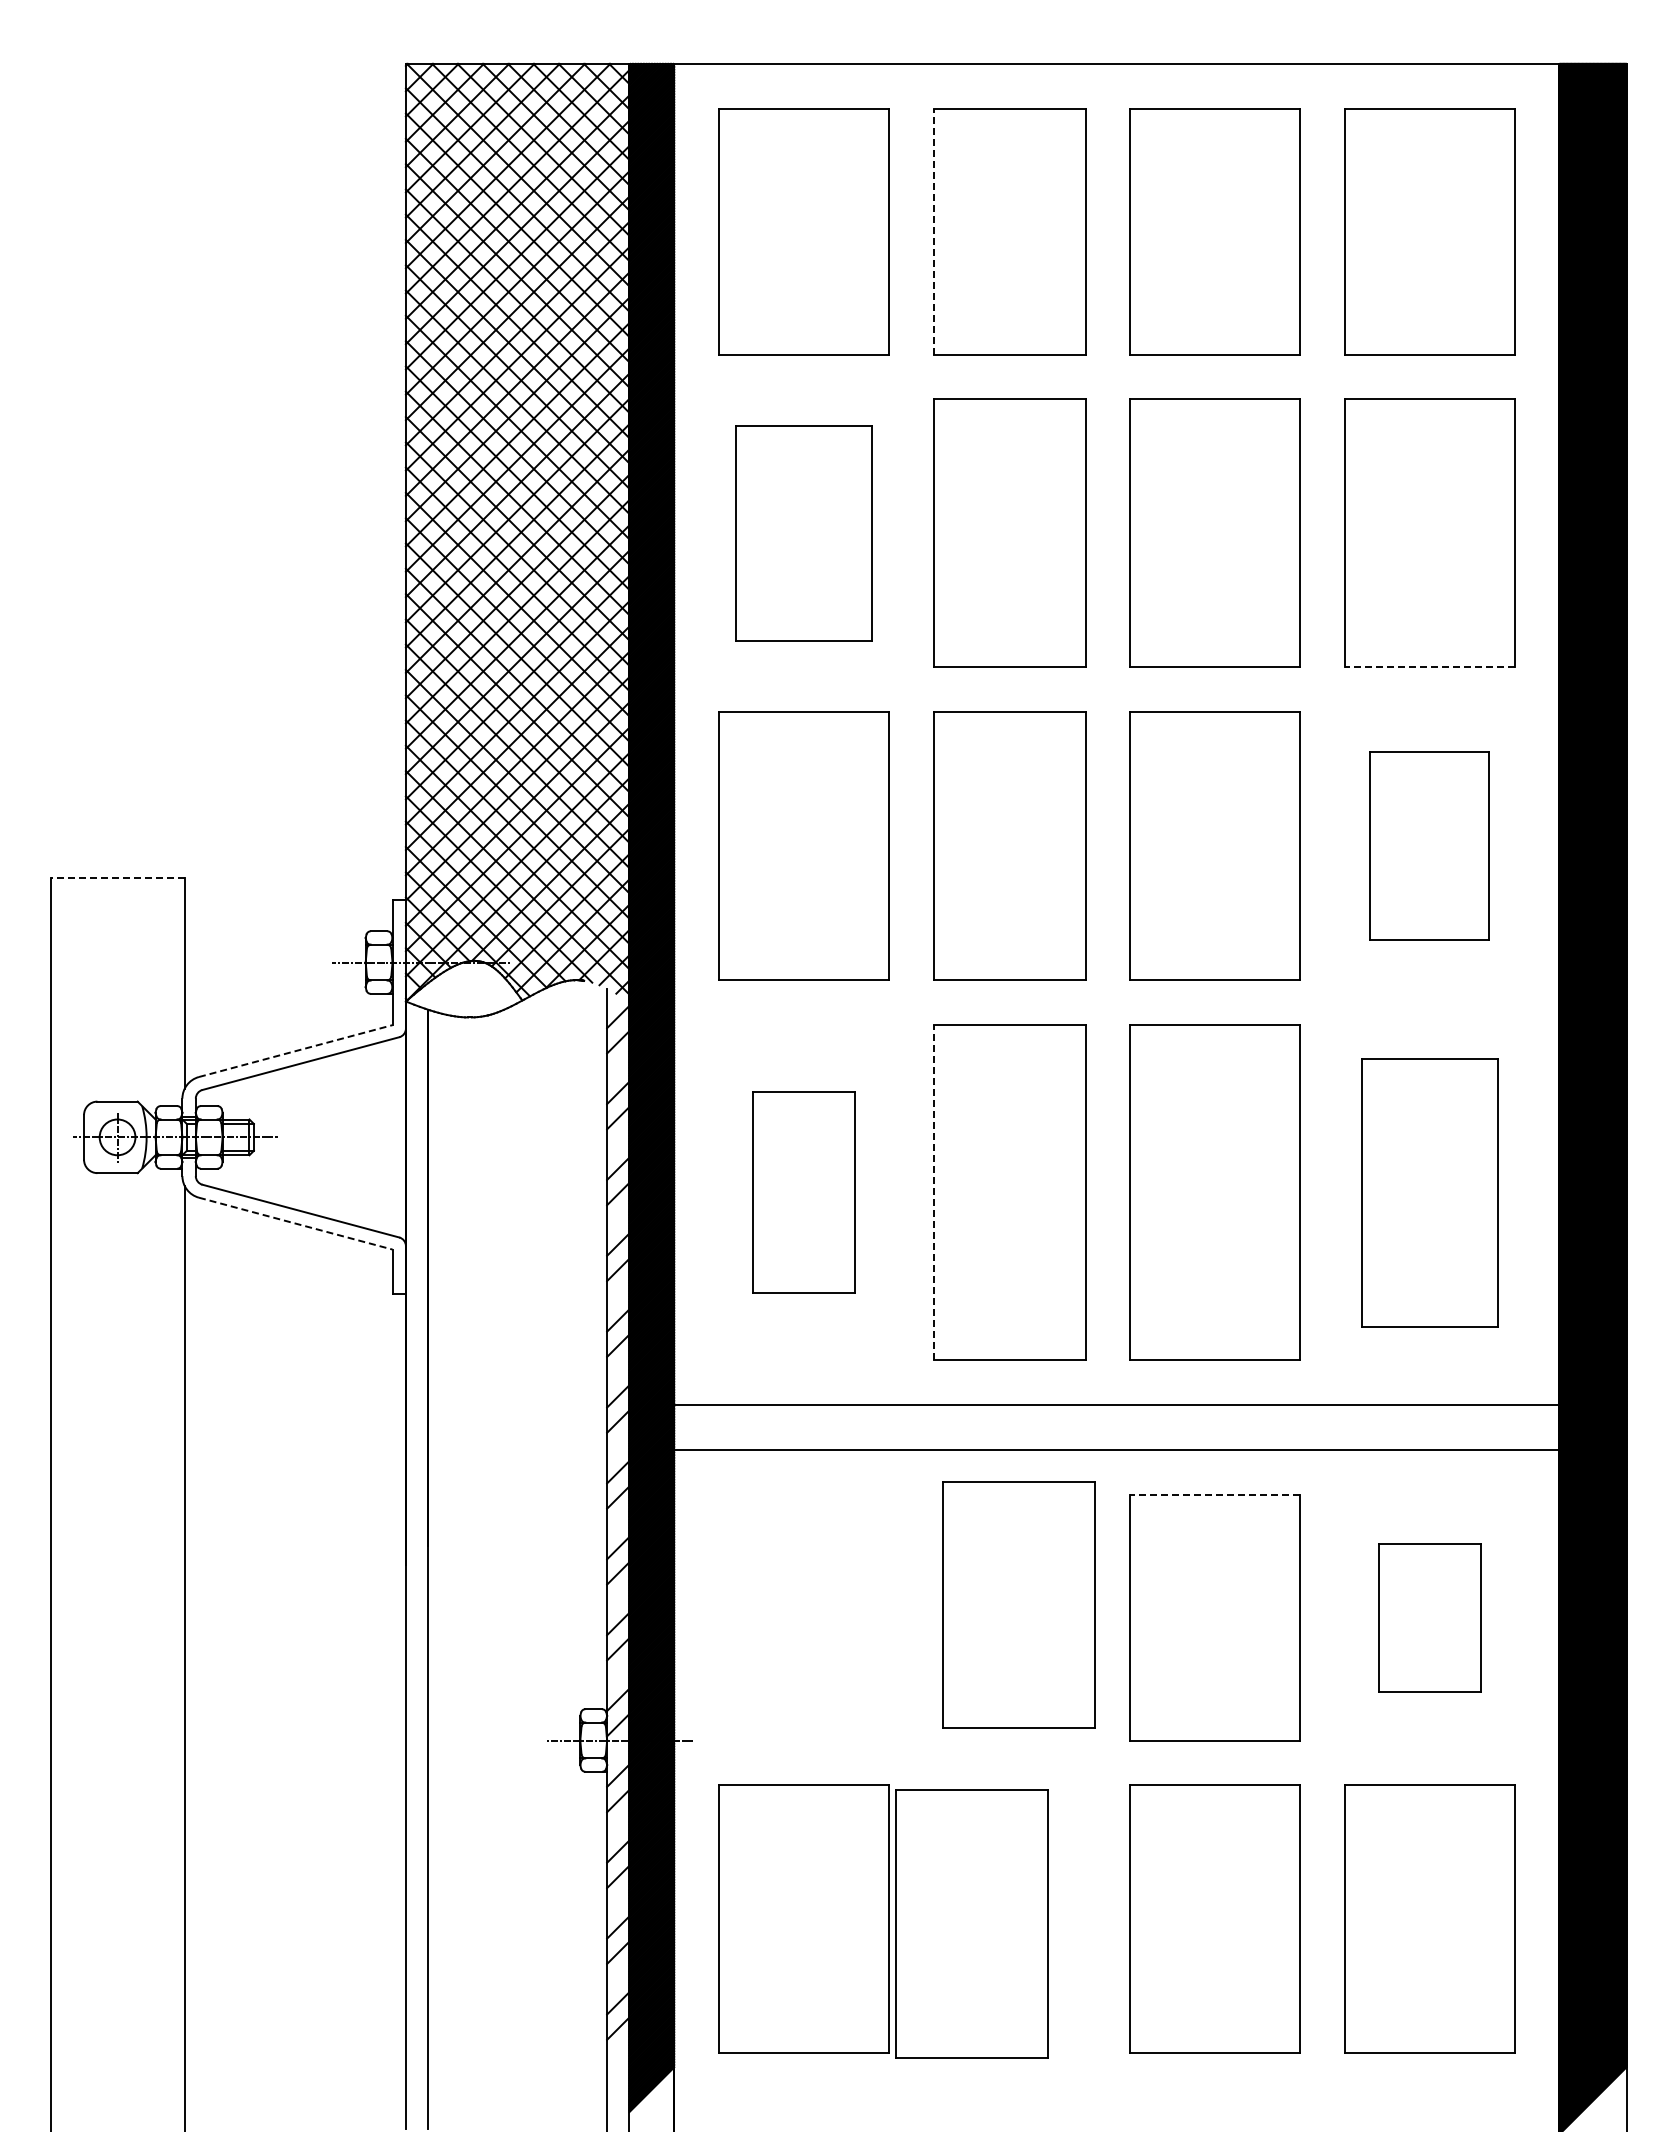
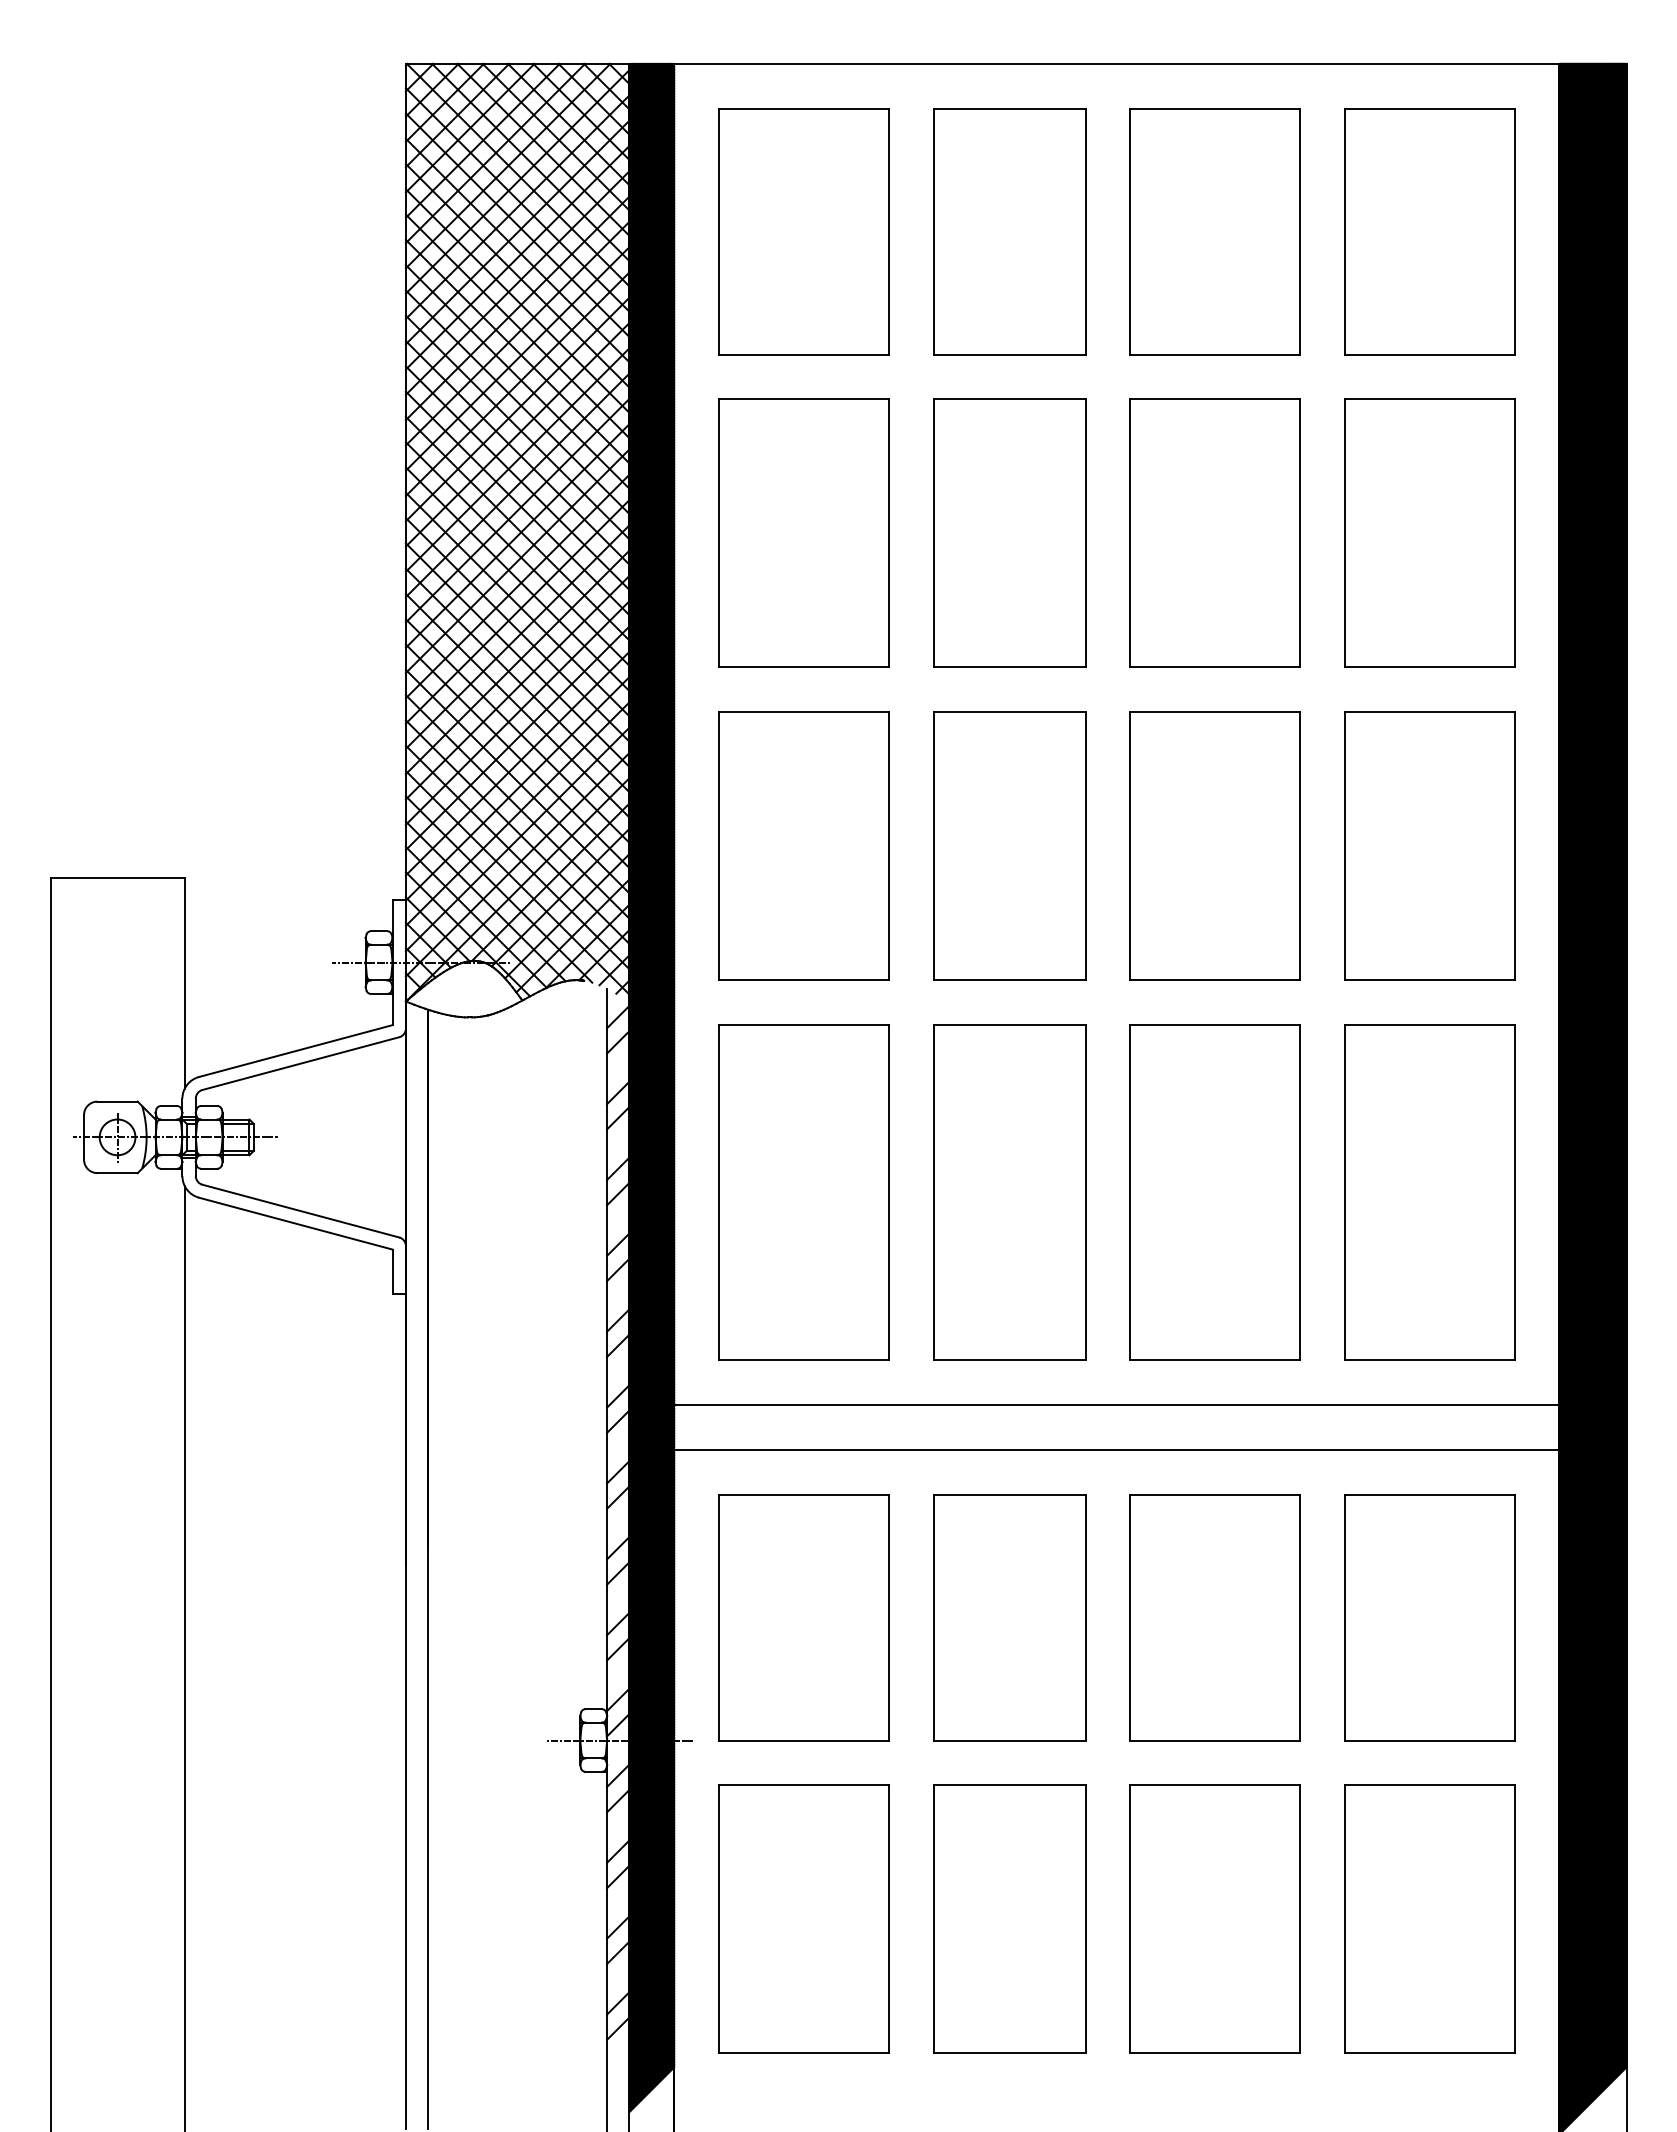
line at (933, 231): dashed -> solid
part at (803, 533) size: 138x217 px -> 172x270 px
line at (1429, 667): dashed -> solid
part at (1429, 845) size: 121x190 px -> 172x270 px
line at (117, 877): dashed -> solid
line at (296, 1050): dashed -> solid
part at (803, 1192) size: 104x203 px -> 172x337 px
line at (933, 1192): dashed -> solid
part at (1429, 1192) size: 138x270 px -> 172x337 px
line at (296, 1223): dashed -> solid
line at (1215, 1494): dashed -> solid
part at (1018, 1604) position: (1018, 1604) -> (1009, 1617)
part at (803, 1617): none -> present
part at (1429, 1617) size: 104x150 px -> 172x248 px
part at (971, 1923) position: (971, 1923) -> (1009, 1918)
